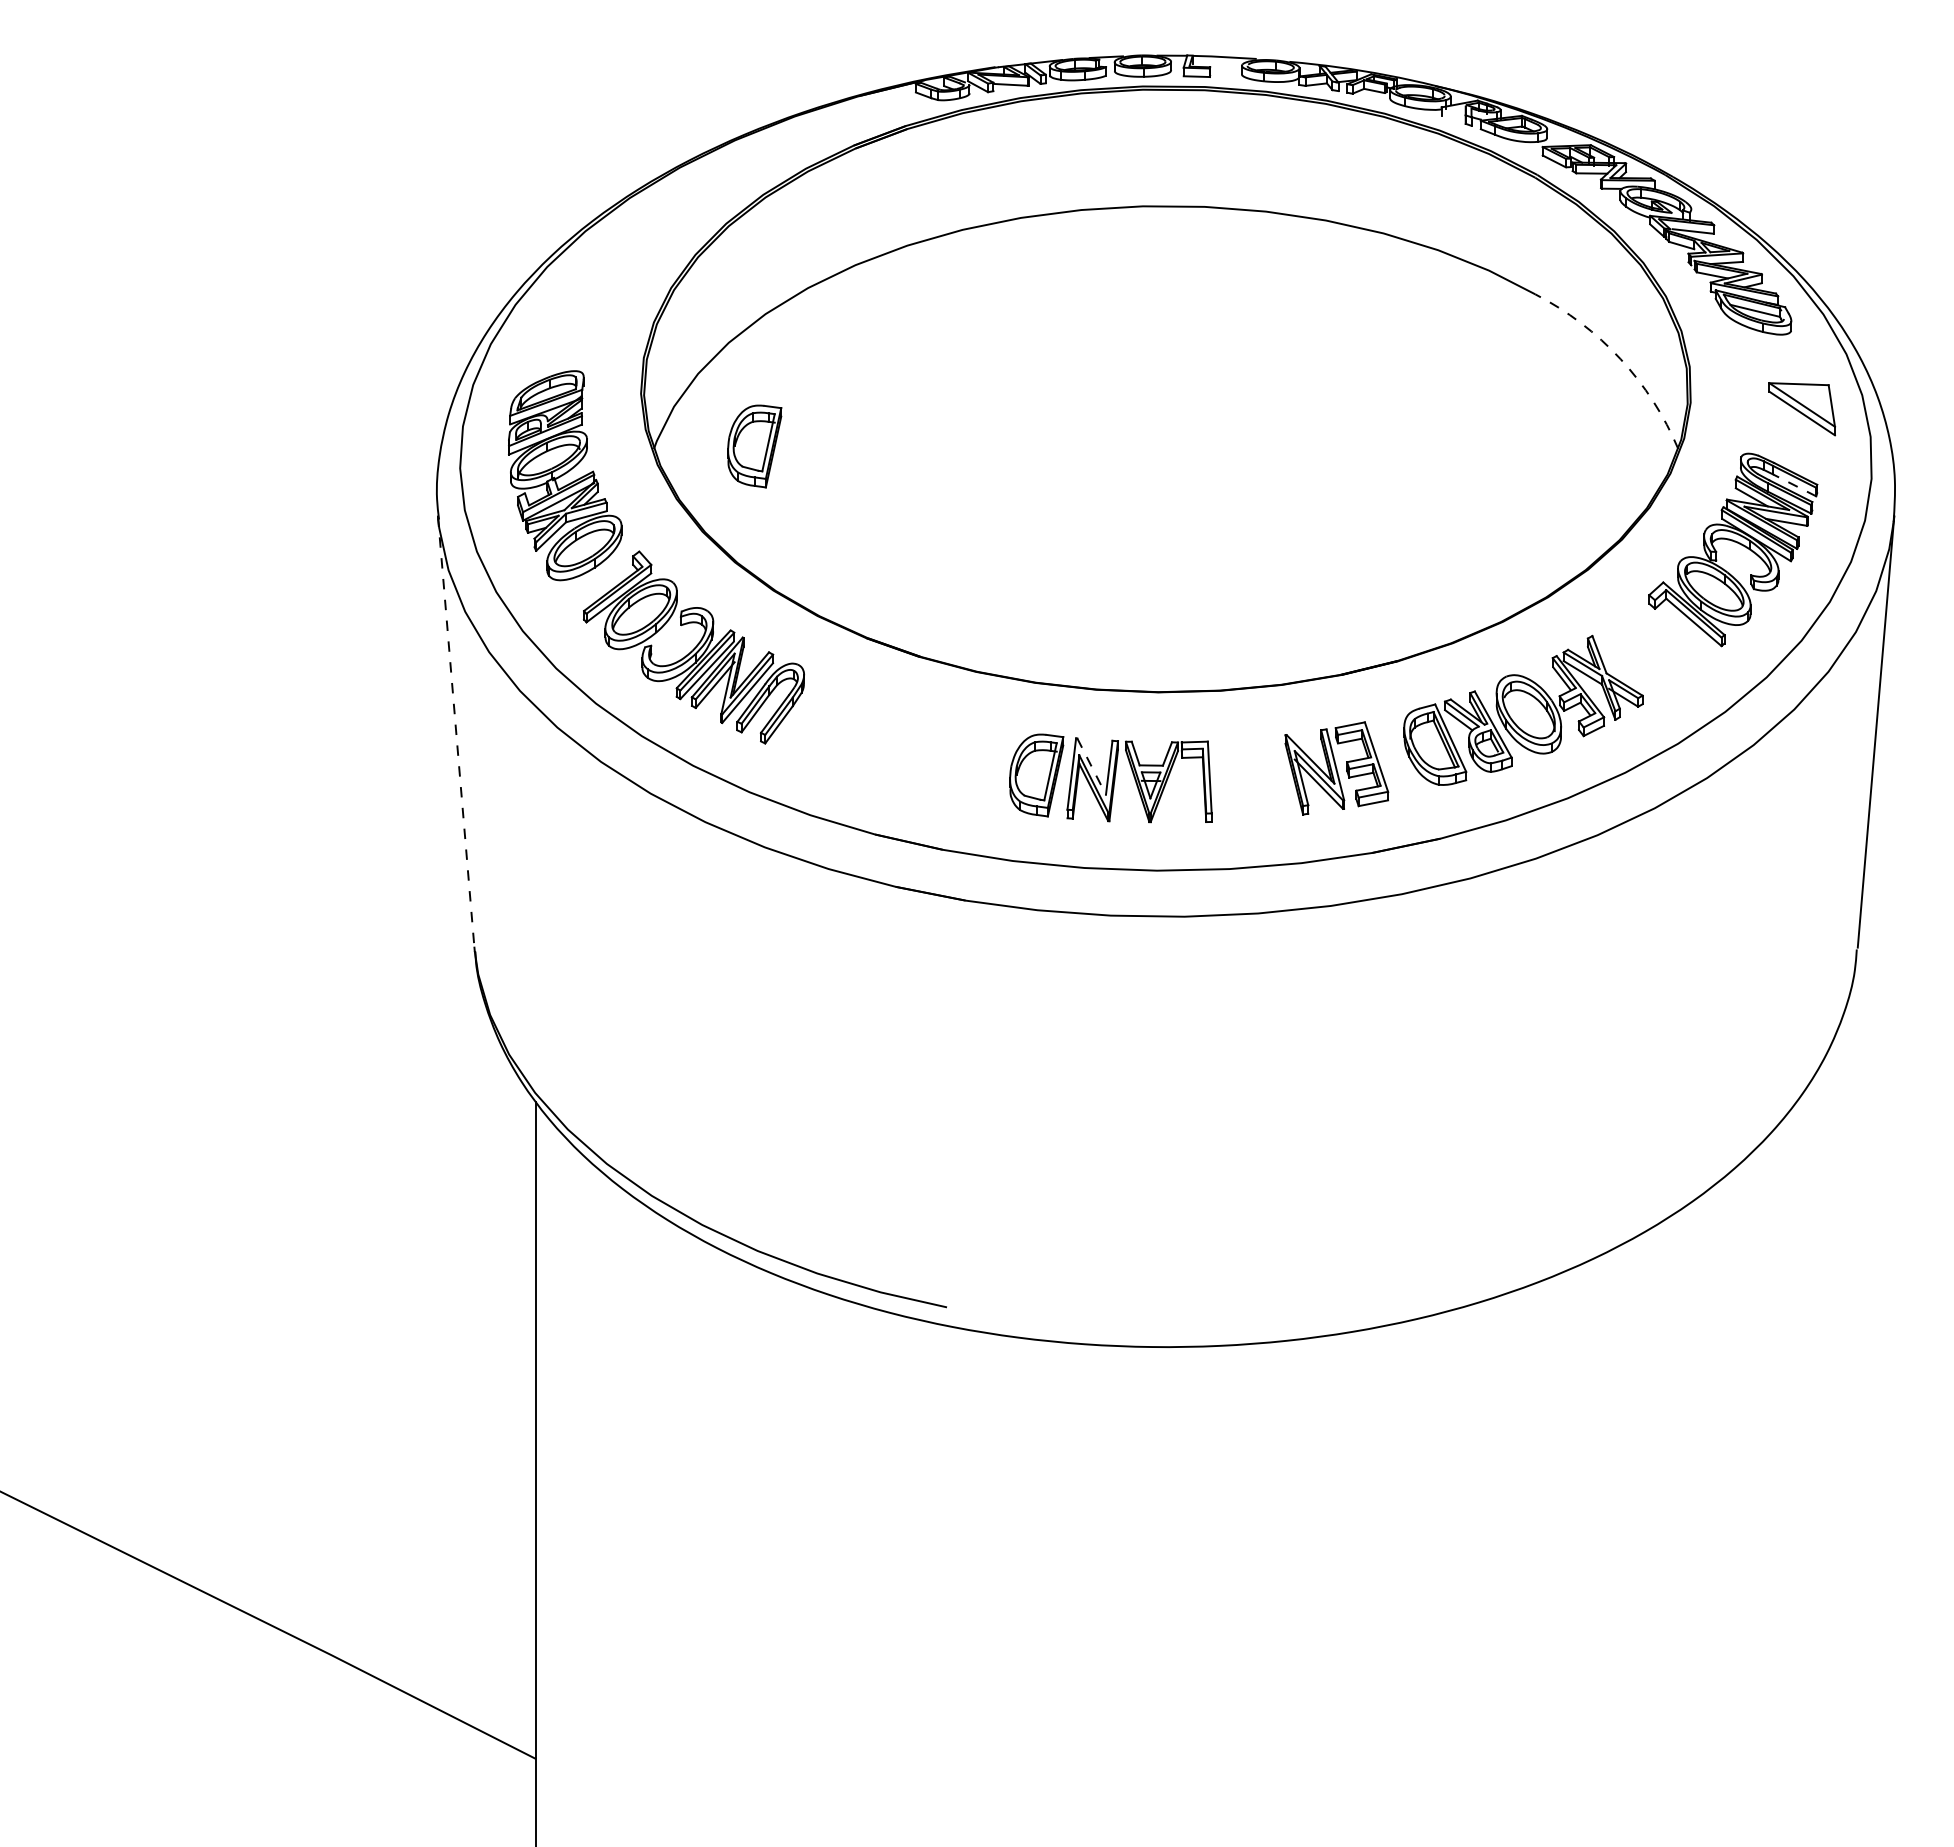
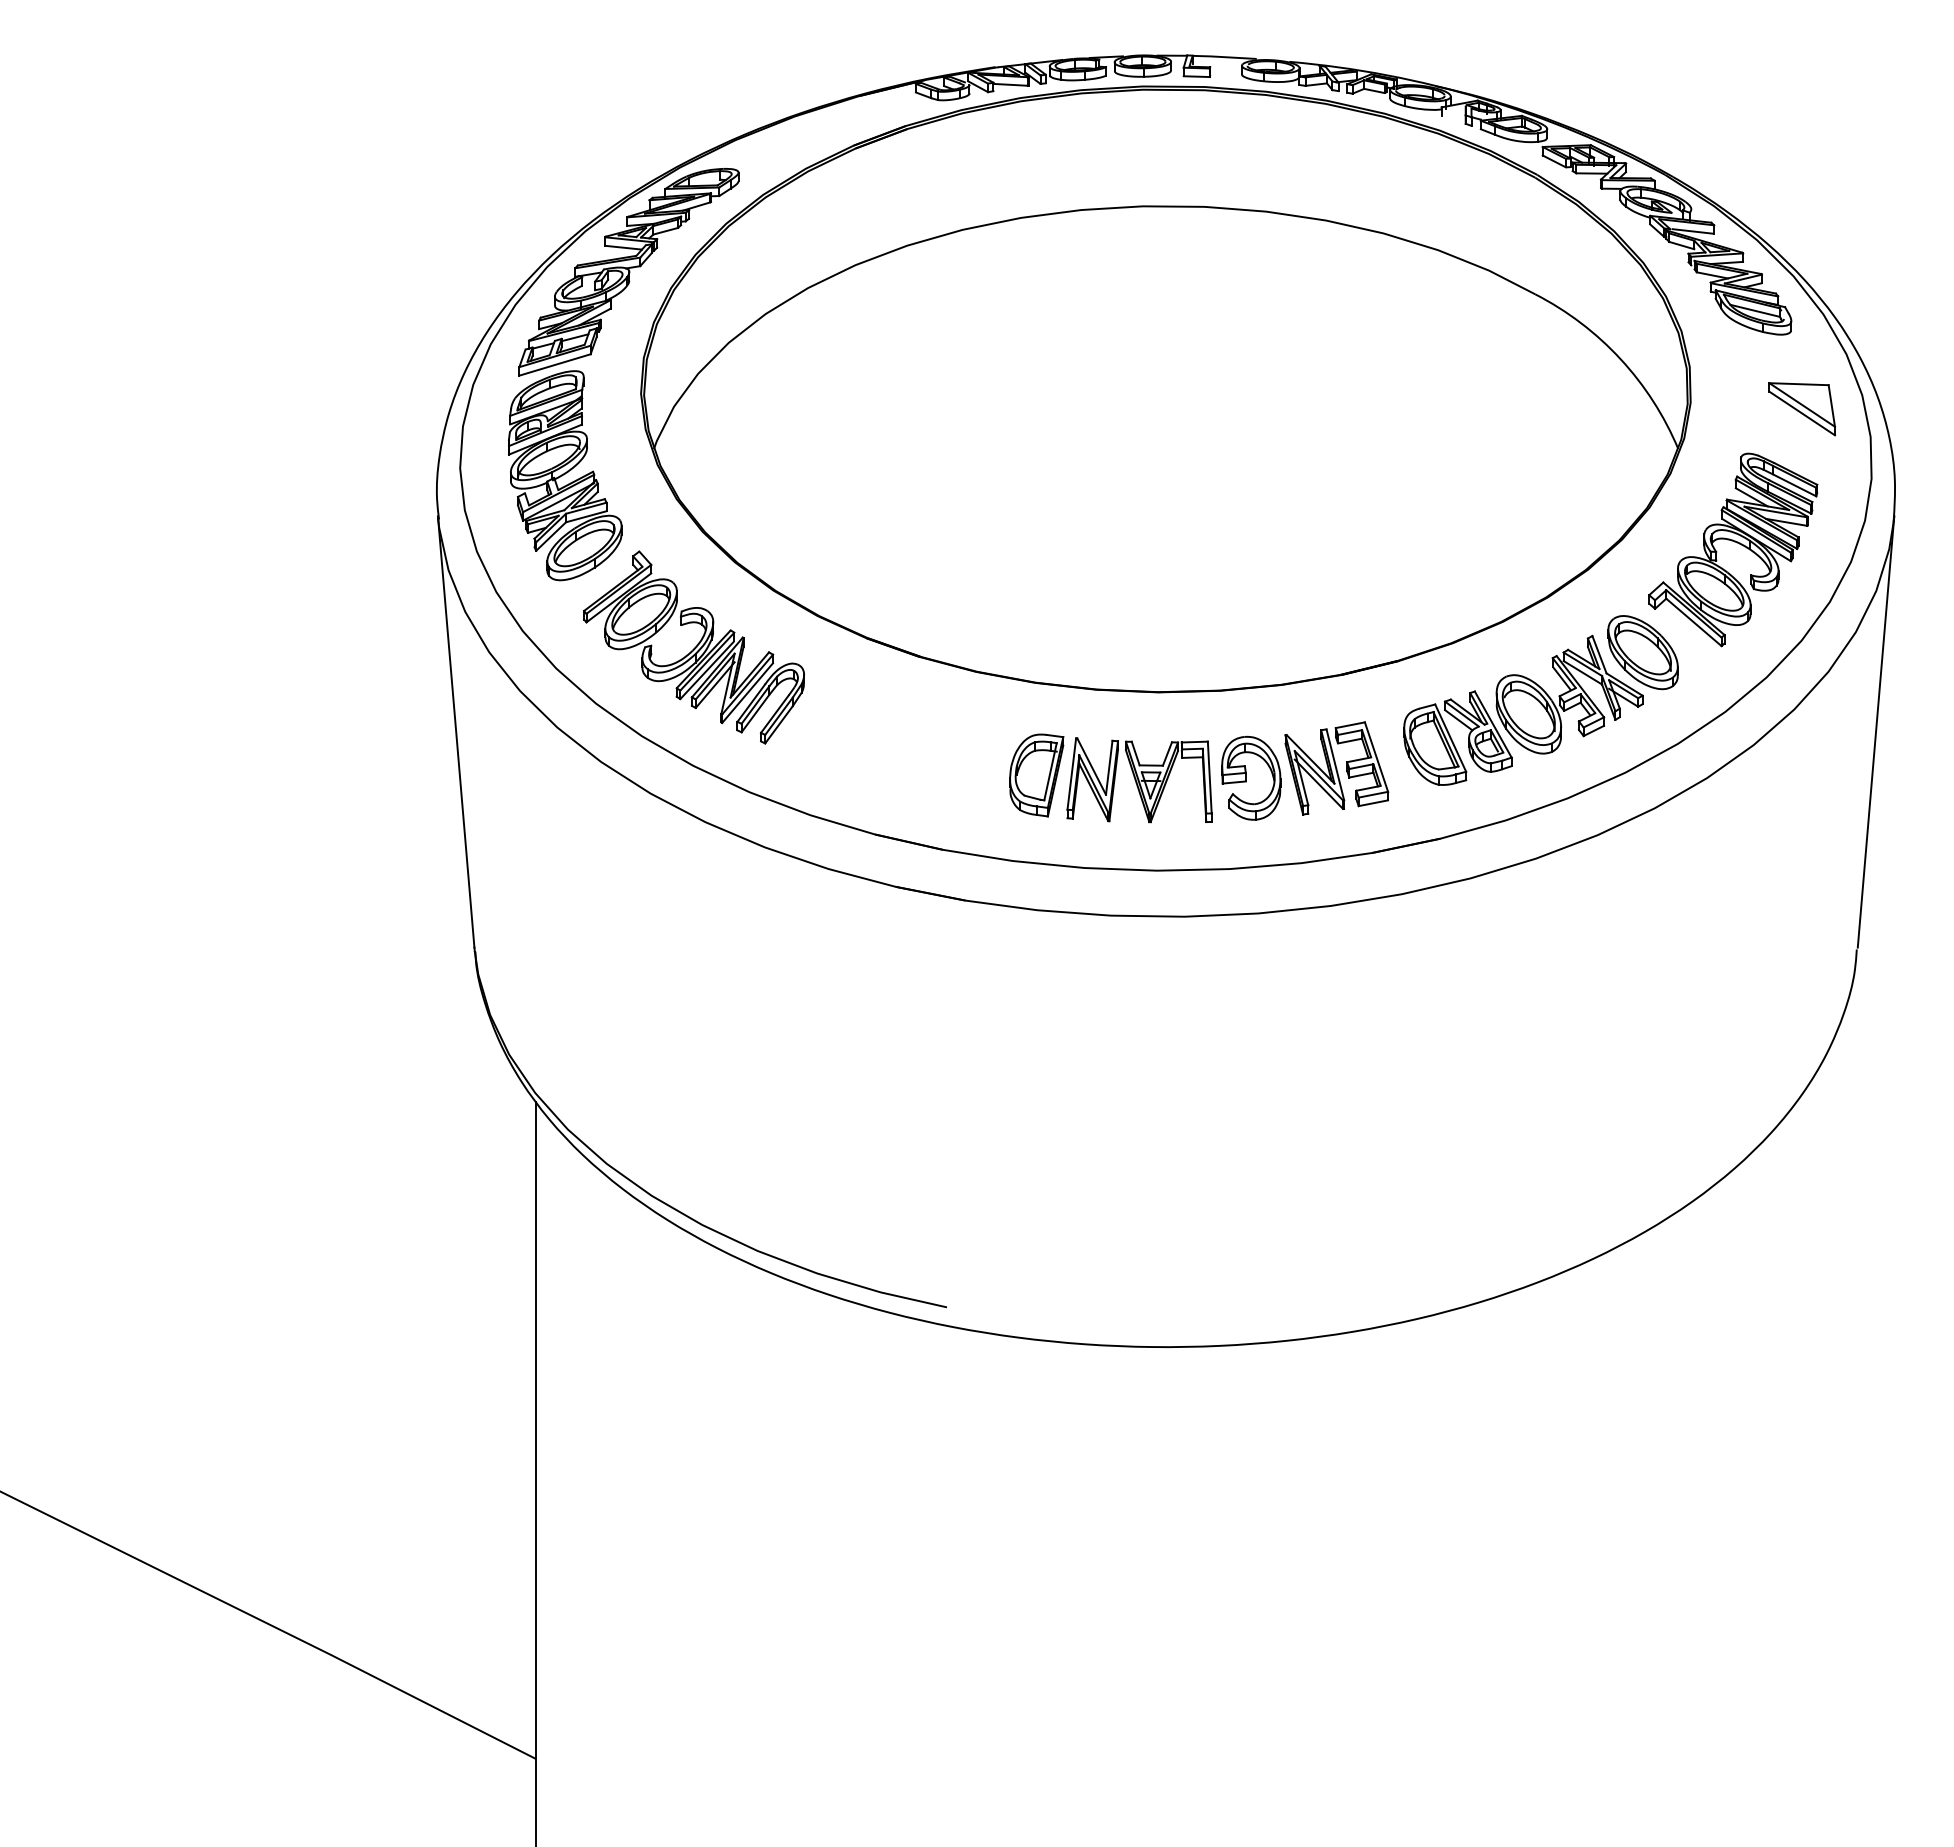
part at (628, 272): none -> present
arc at (1620, 359): dashed -> solid
part at (754, 446): present -> none
line at (1794, 485): dashed -> solid
part at (1642, 652): none -> present
line at (456, 732): dashed -> solid
line at (1091, 766): dashed -> solid
part at (1251, 778): none -> present
